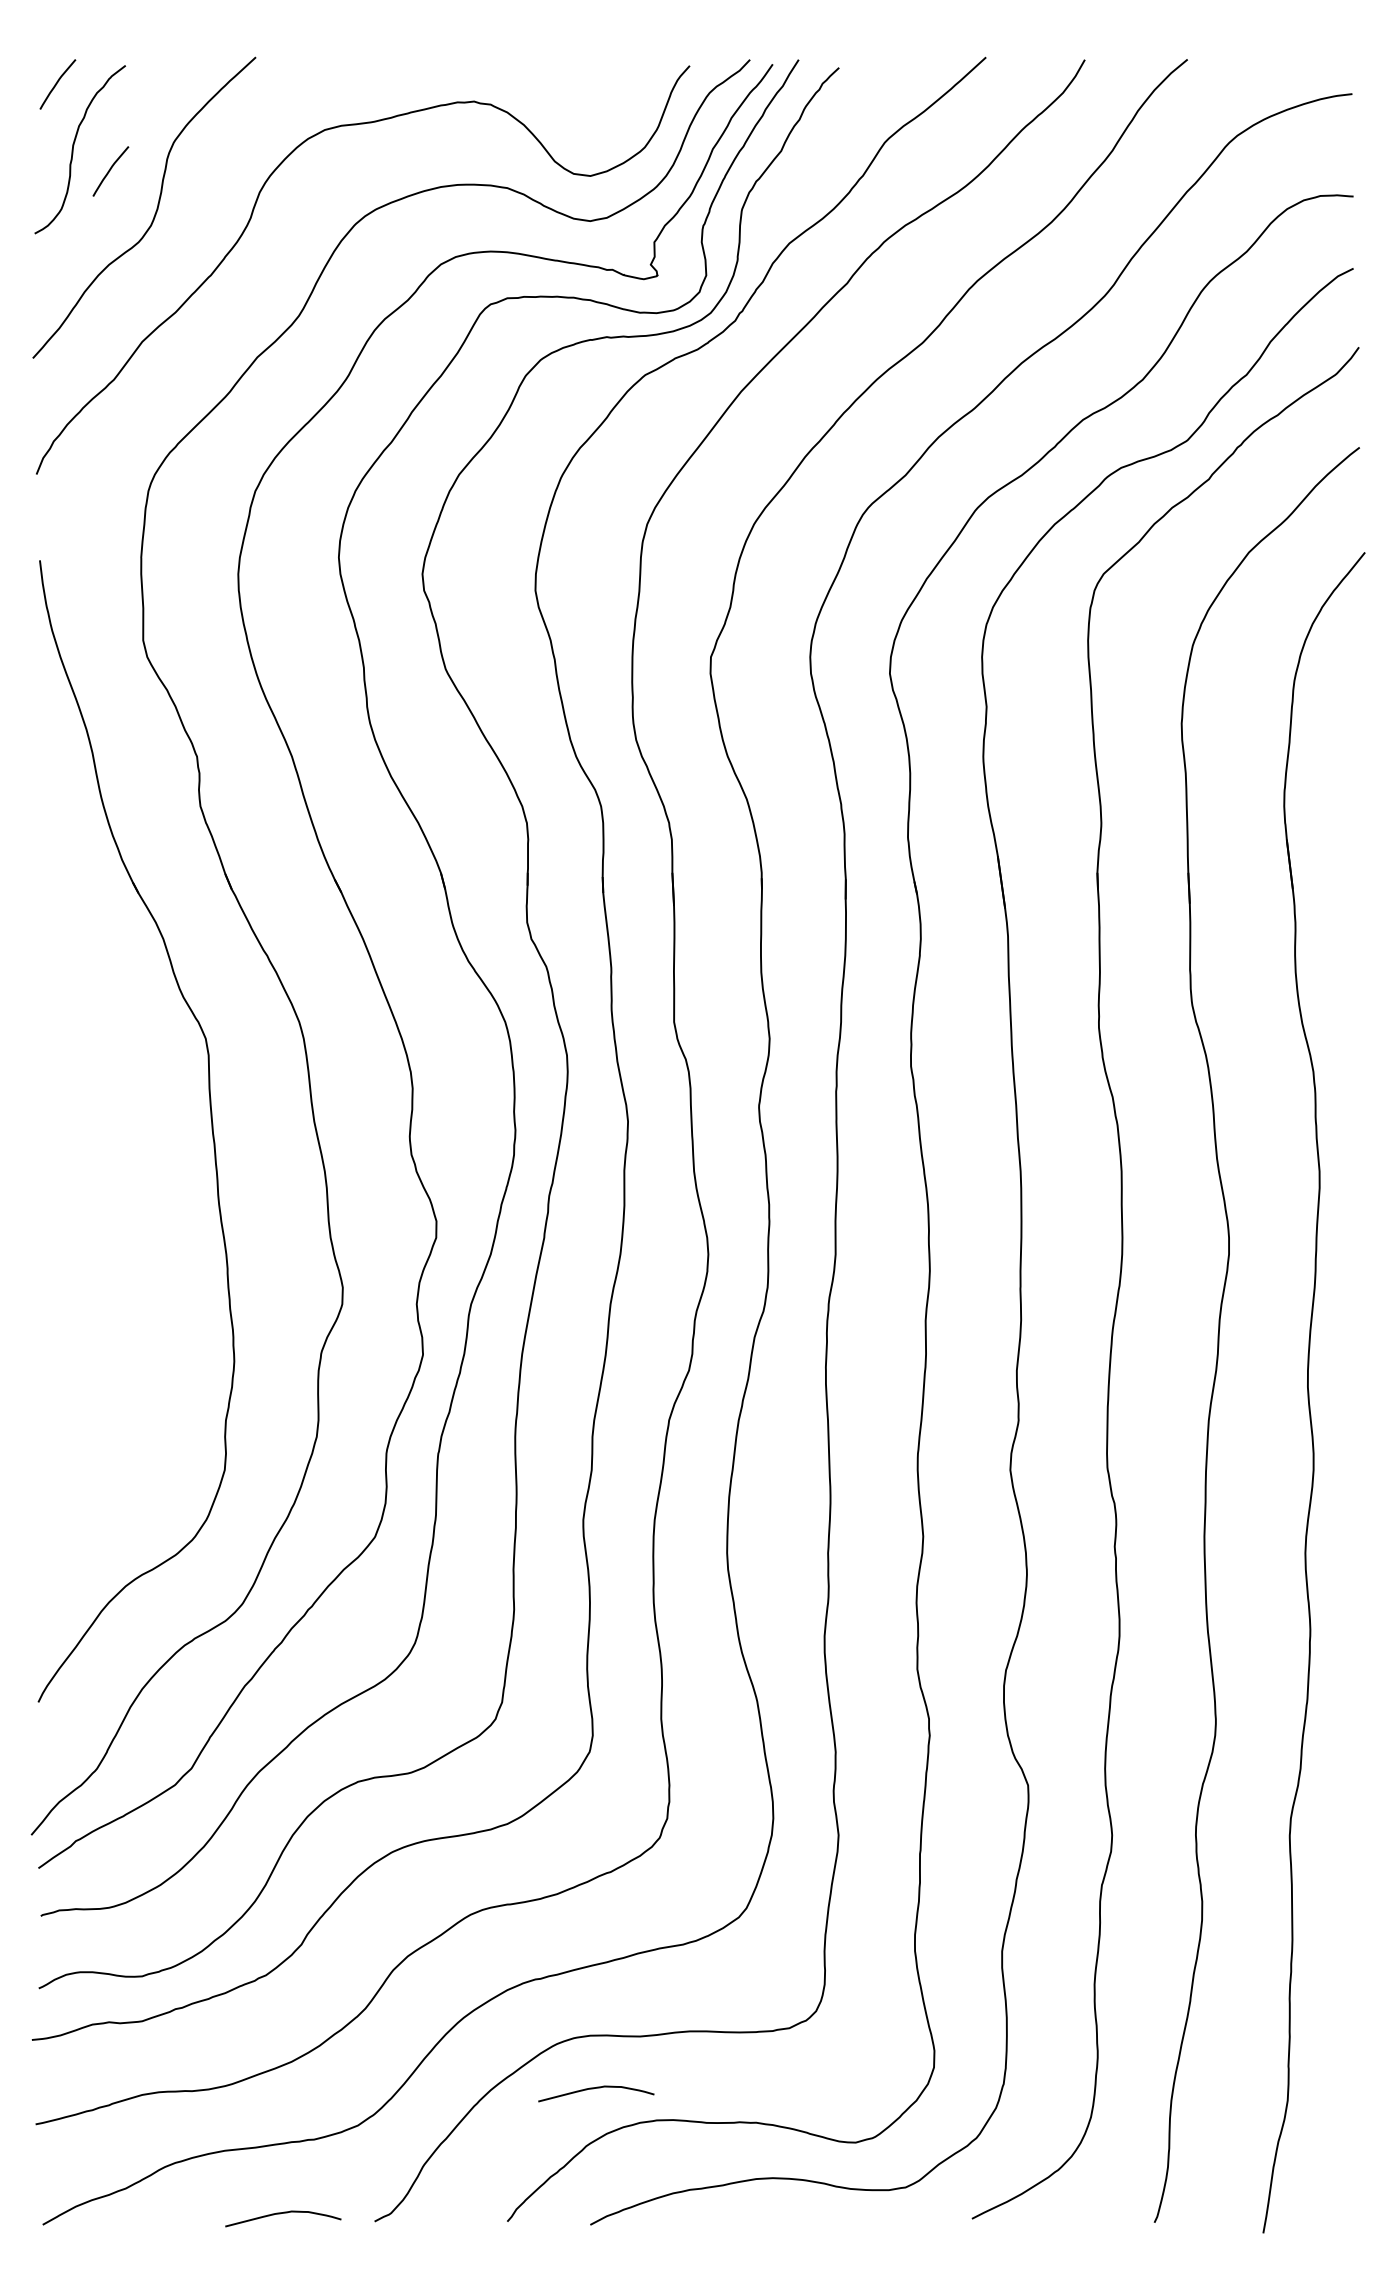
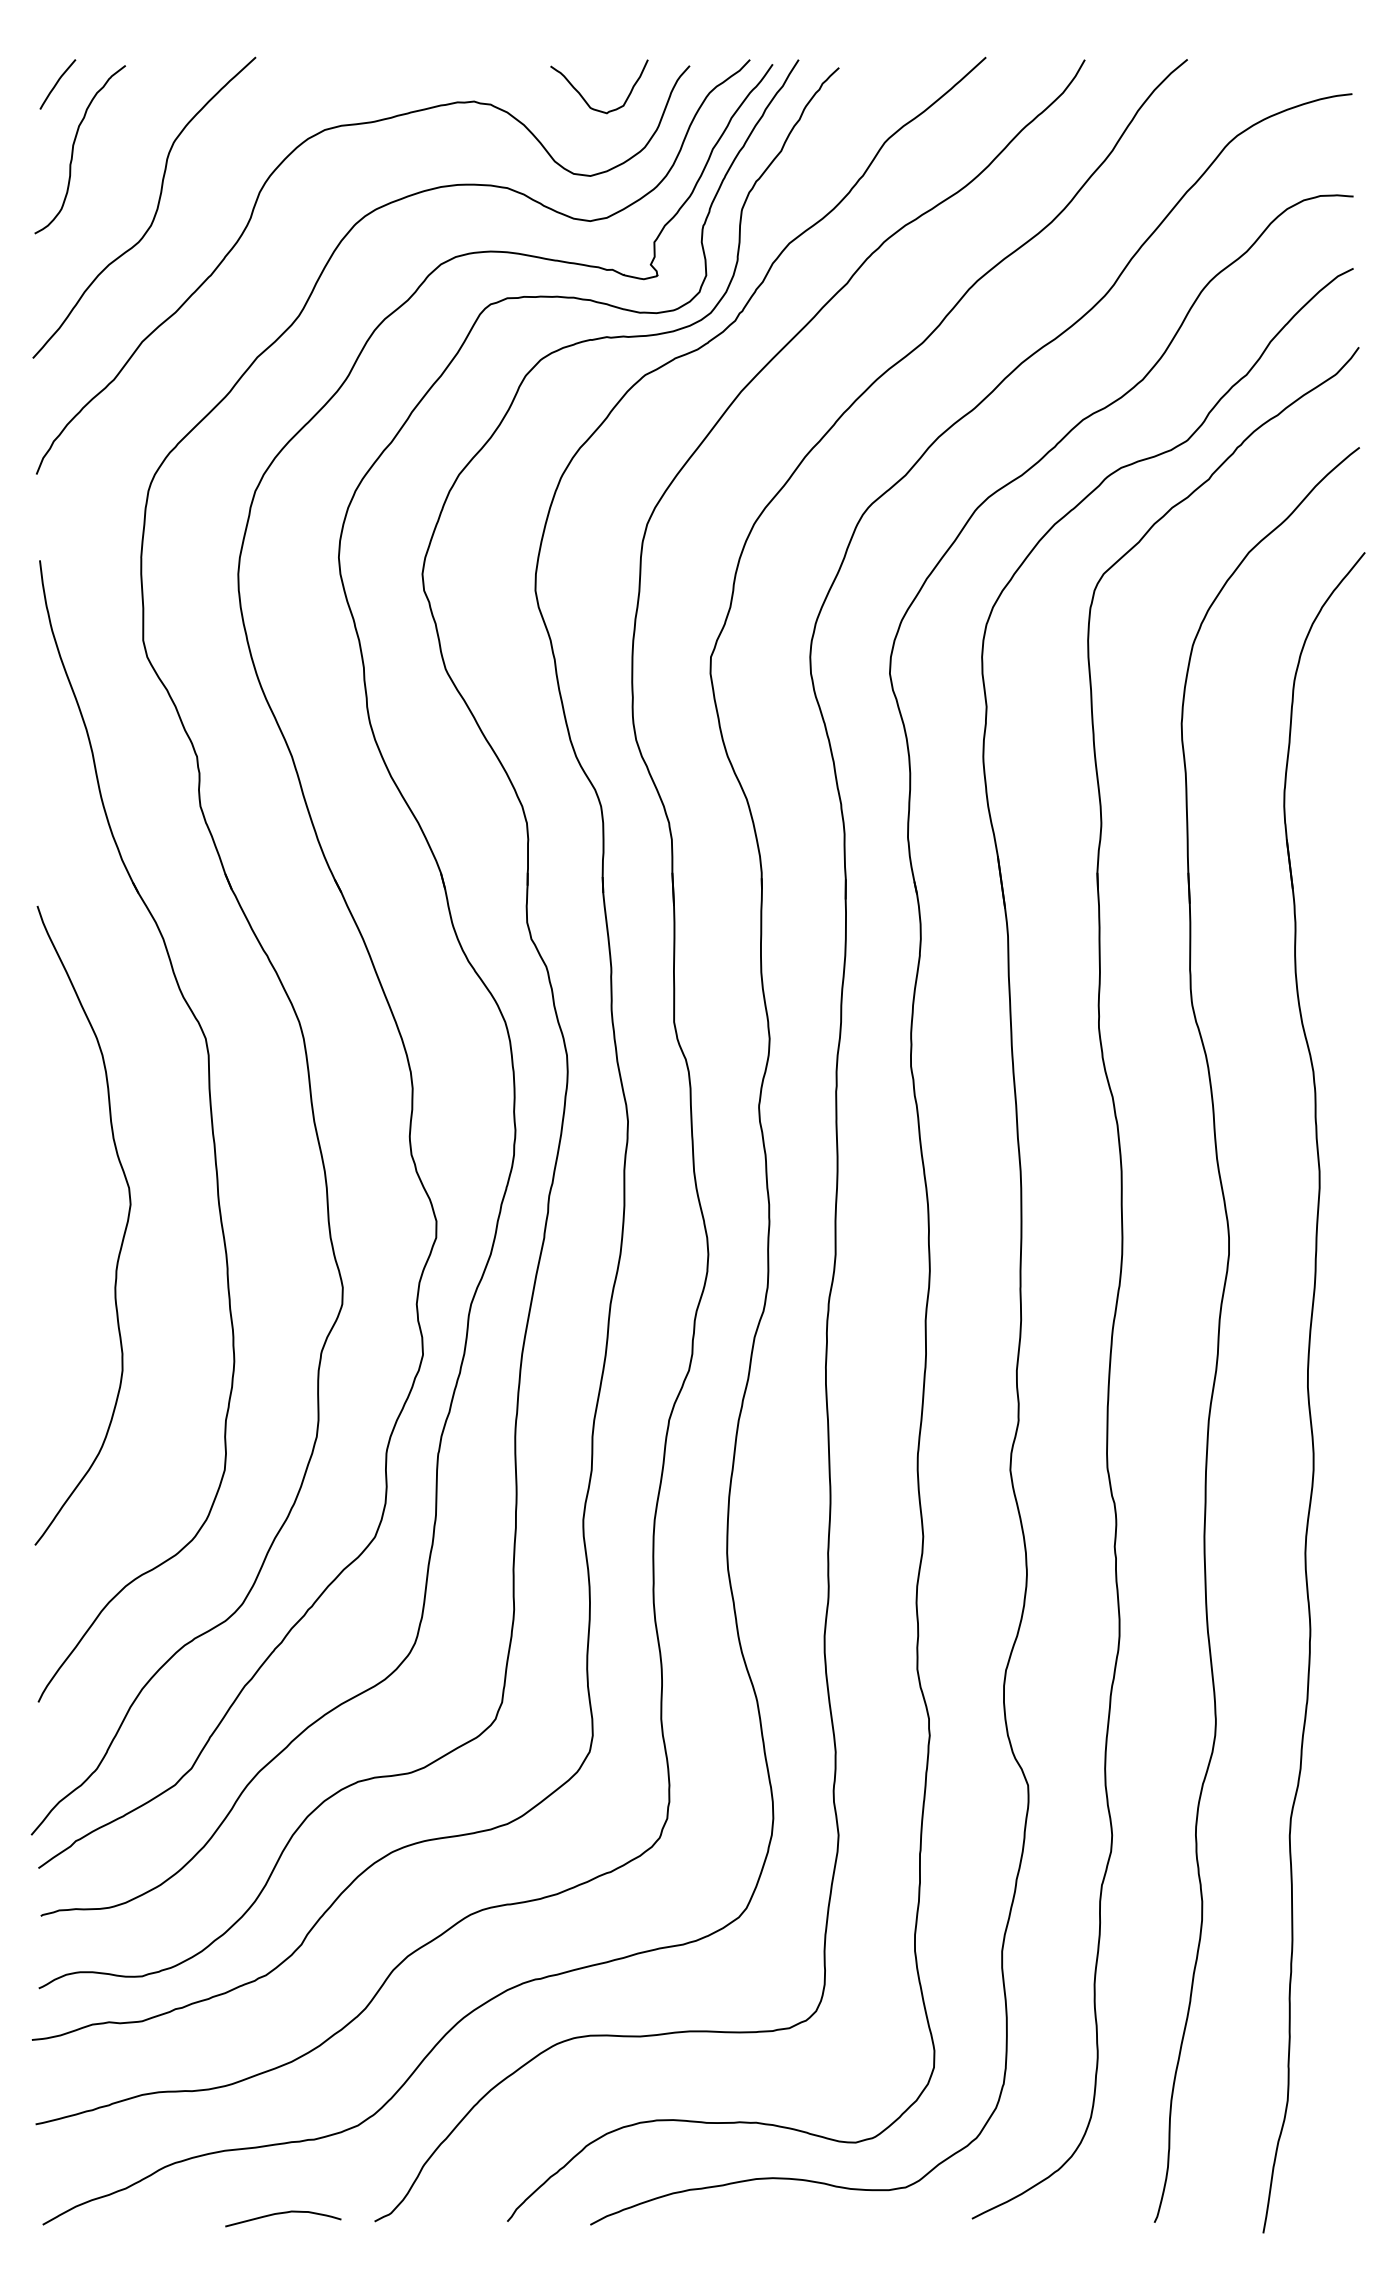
curve at (585, 99): none -> present
curve at (110, 171): present -> none
curve at (122, 1237): none -> present
curve at (596, 2088): present -> none
